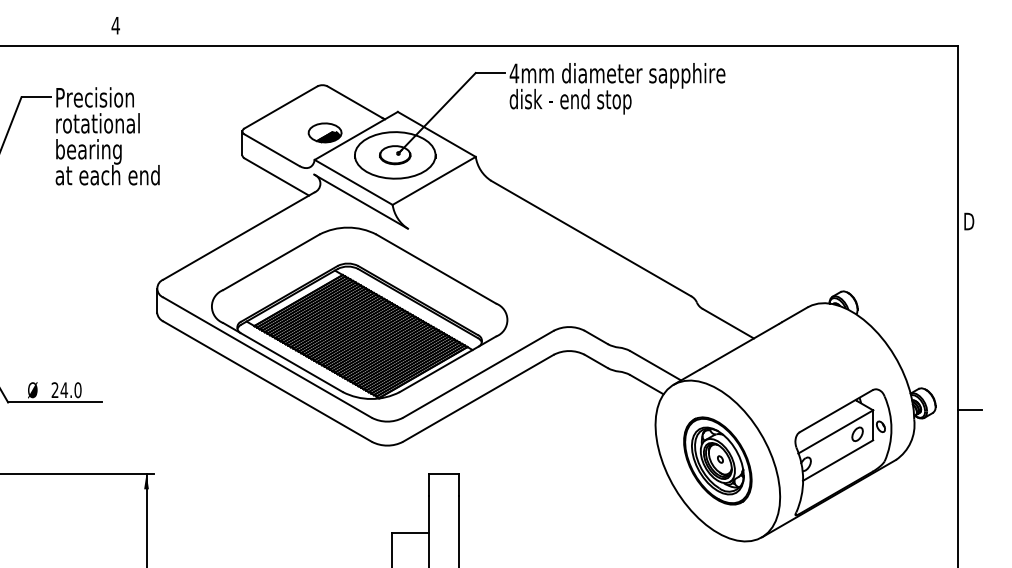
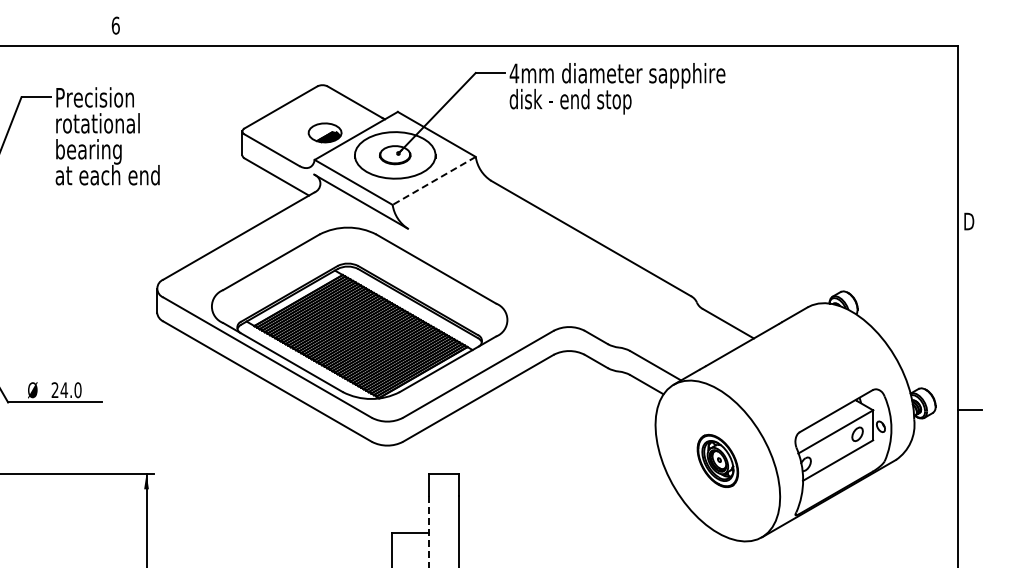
text at (115, 25): 4 -> 6
line at (434, 180): solid -> dashed
part at (717, 460) size: 70x90 px -> 44x55 px
line at (429, 531): solid -> dashed
